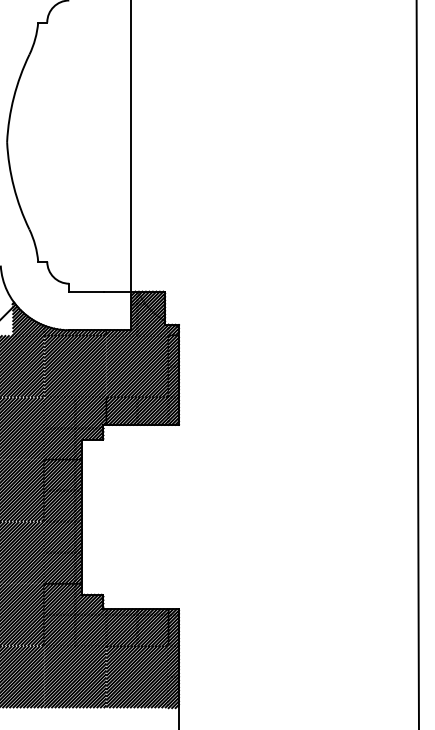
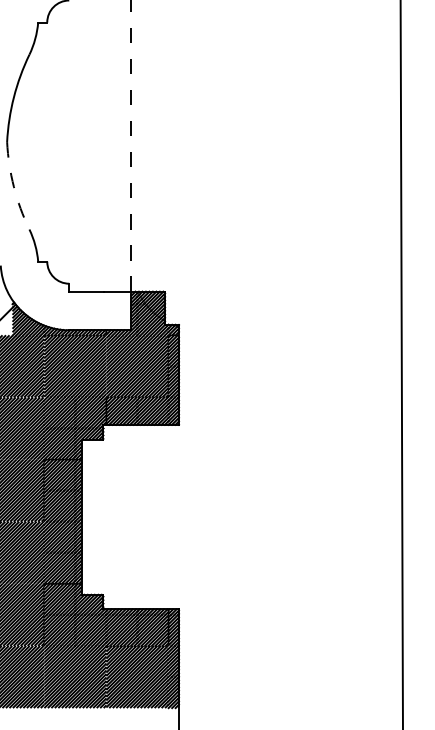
line at (131, 146): solid -> dashed
arc at (13, 186): solid -> dashed
line at (417, 364) position: (417, 364) -> (401, 364)
